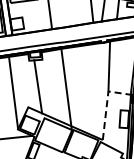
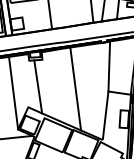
line at (66, 89) position: (66, 89) -> (75, 88)
line at (107, 103): dashed -> solid
